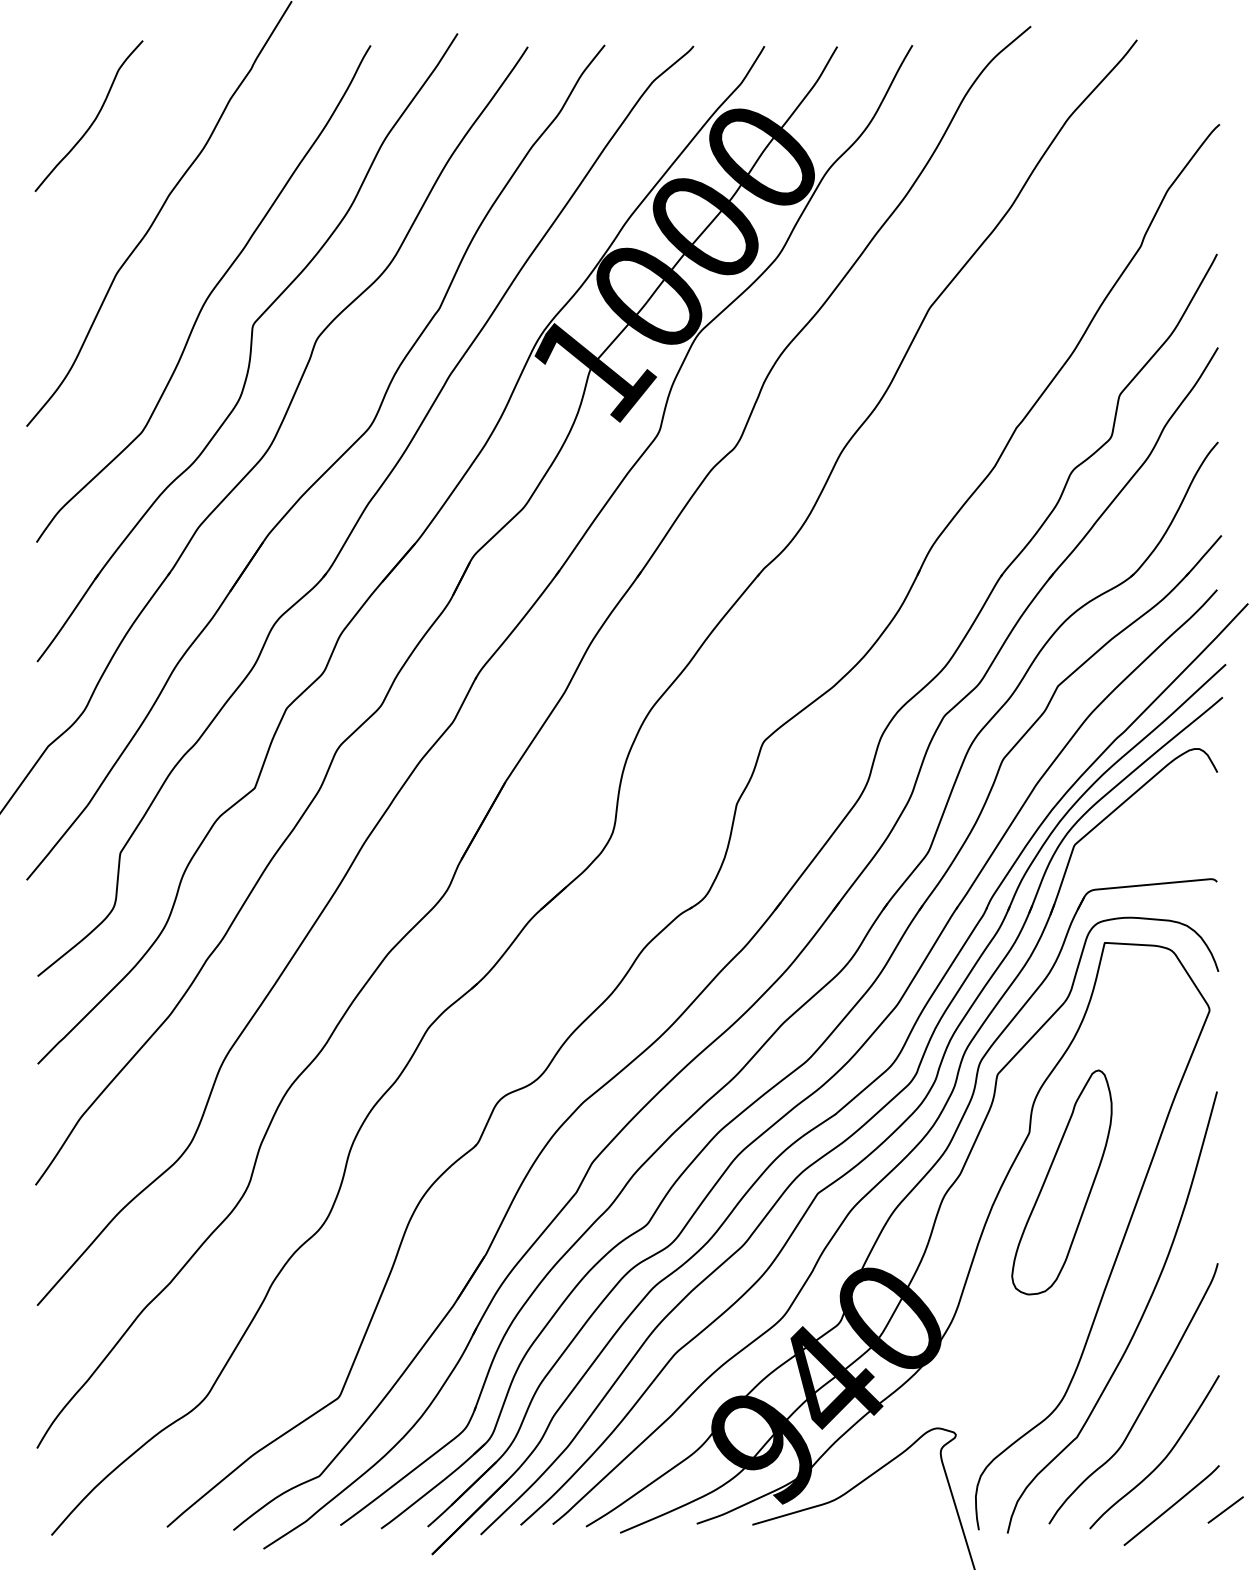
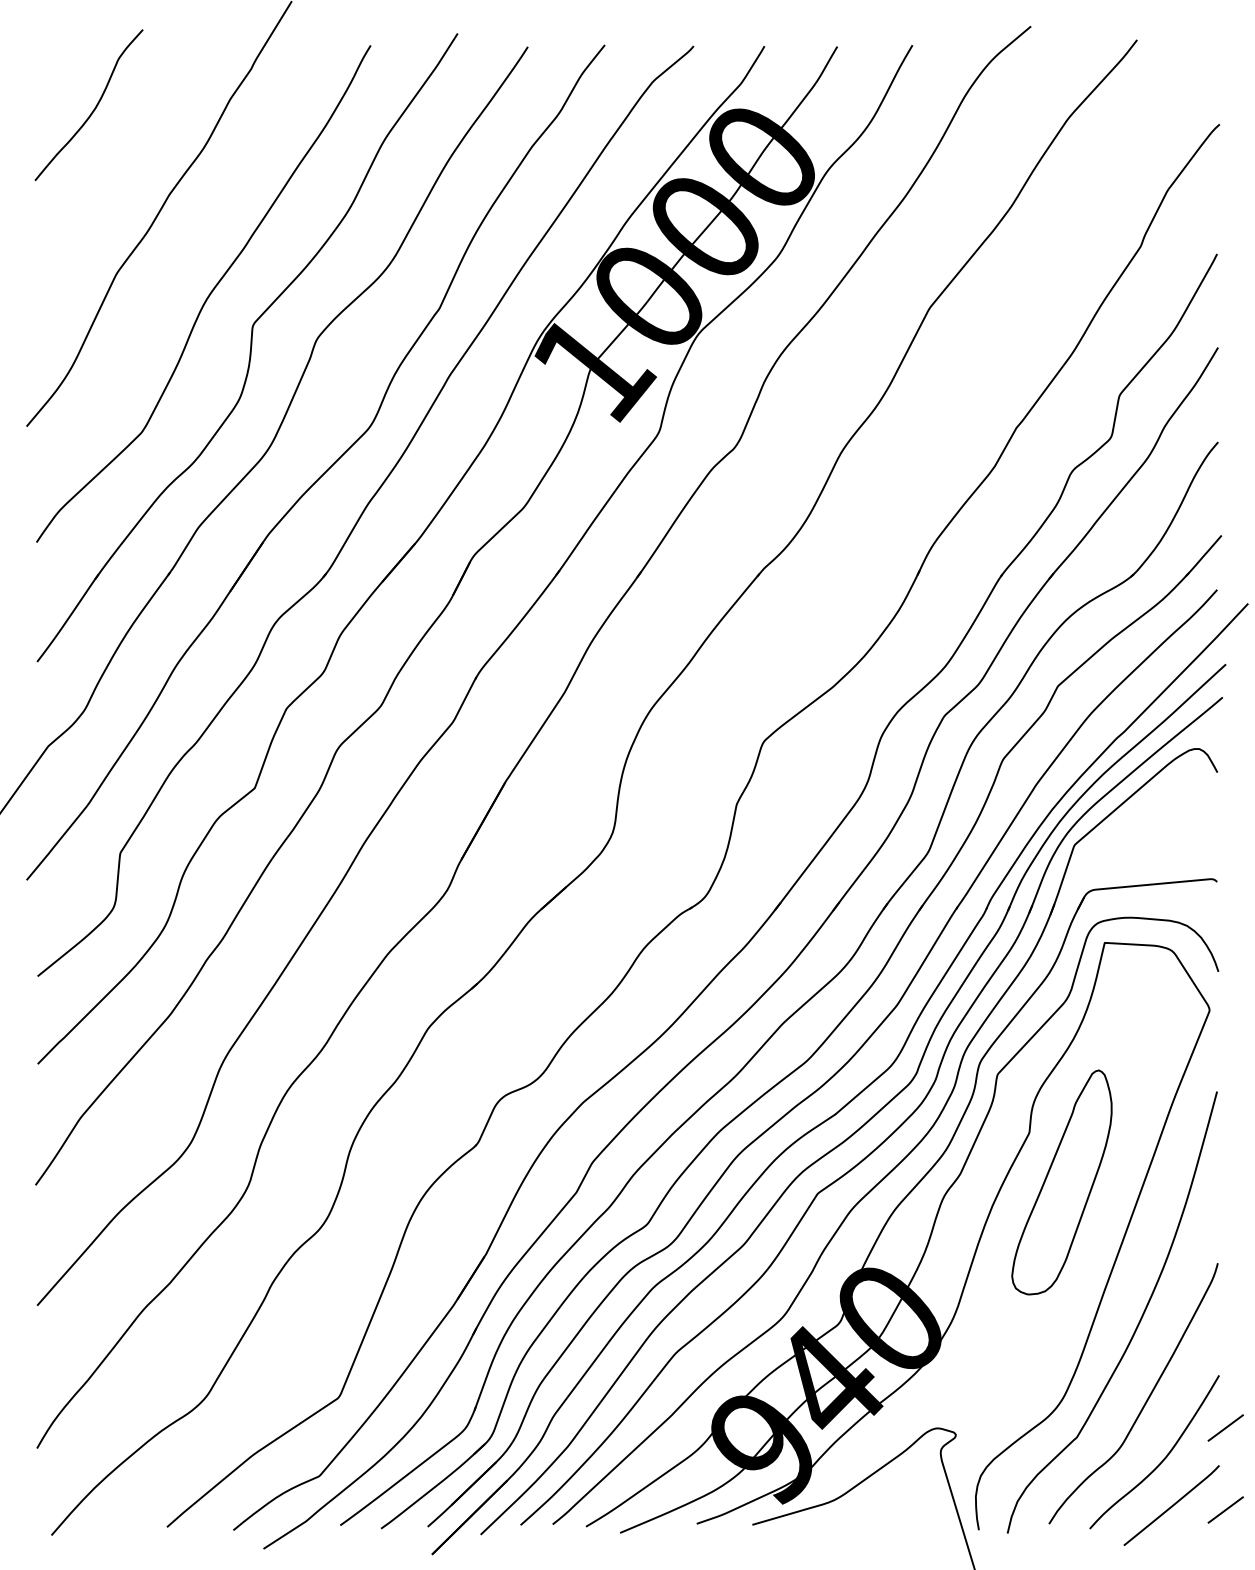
curve at (94, 118) position: (94, 118) -> (94, 107)
line at (1225, 1427): none -> present
